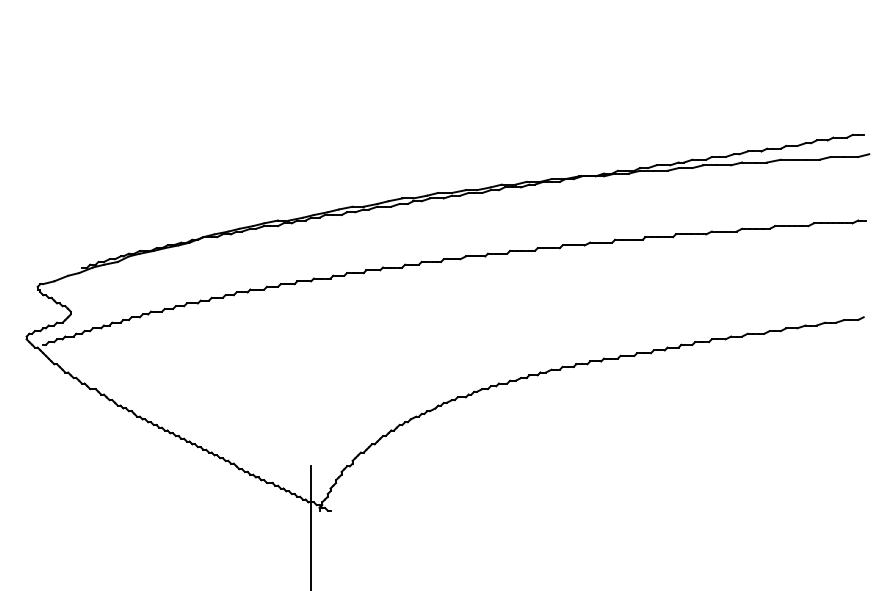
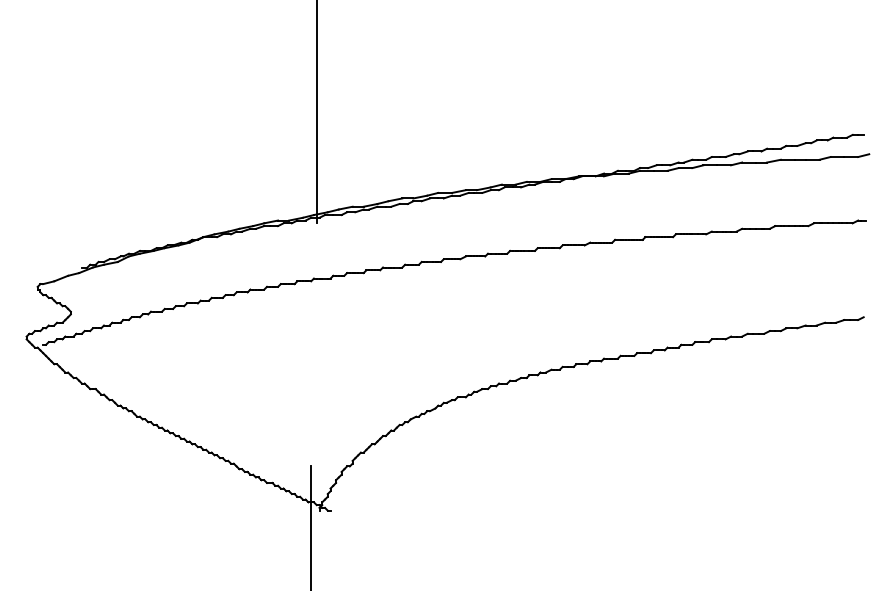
line at (316, 112): none -> present
